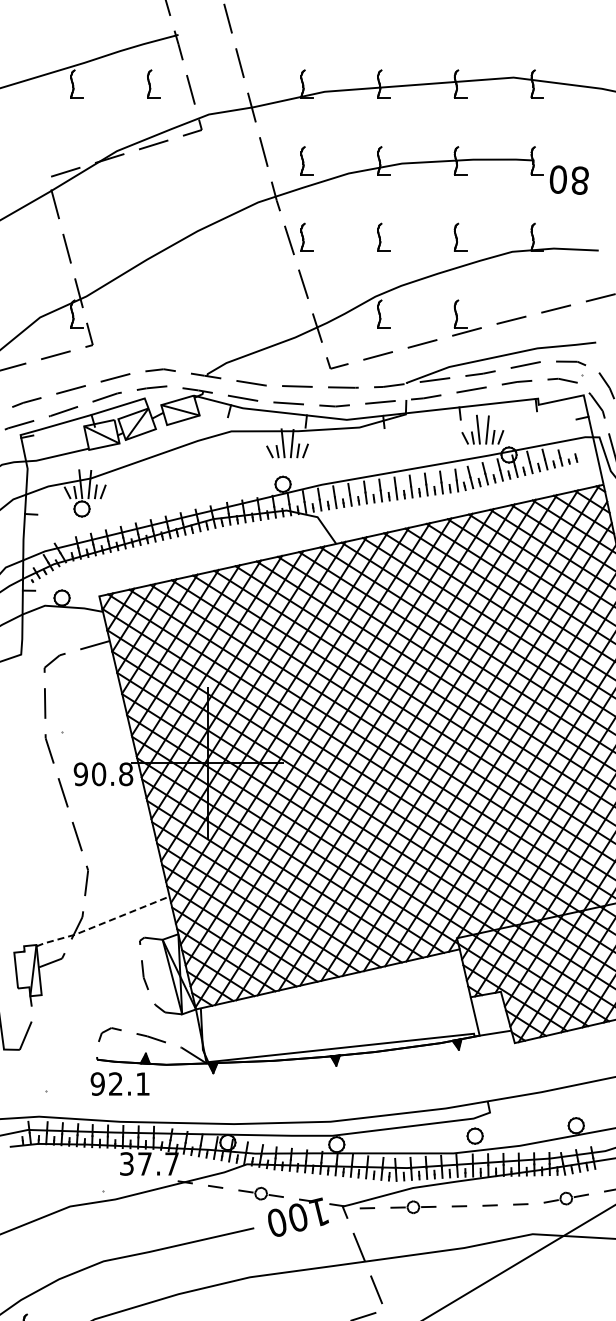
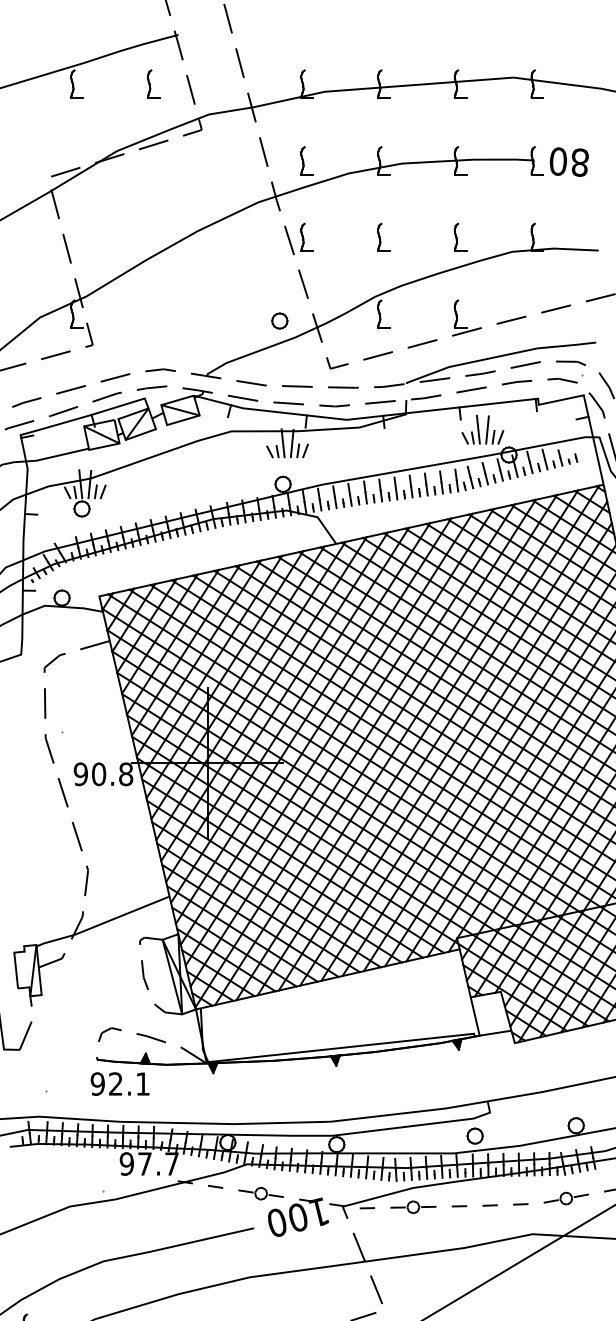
text at (568, 179) position: (568, 179) -> (568, 161)
part at (279, 320): none -> present
line at (101, 923): dashed -> solid
text at (126, 1163): 37.7 -> 97.7
